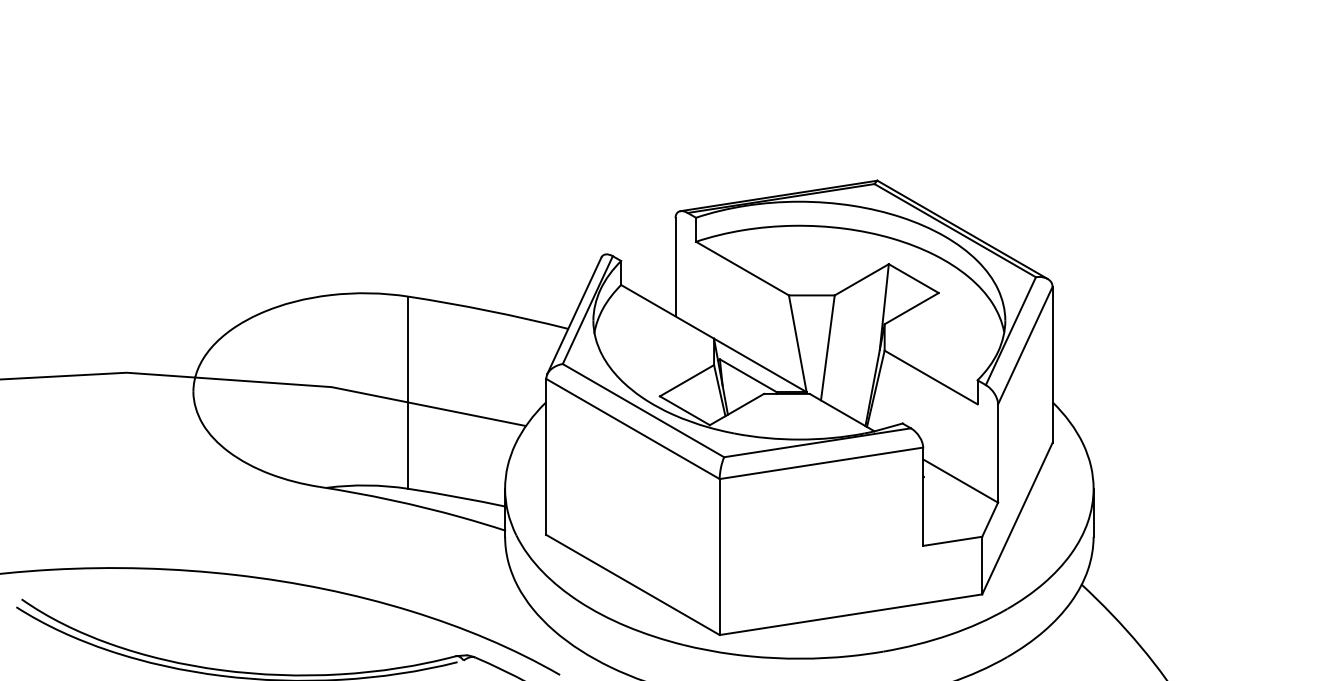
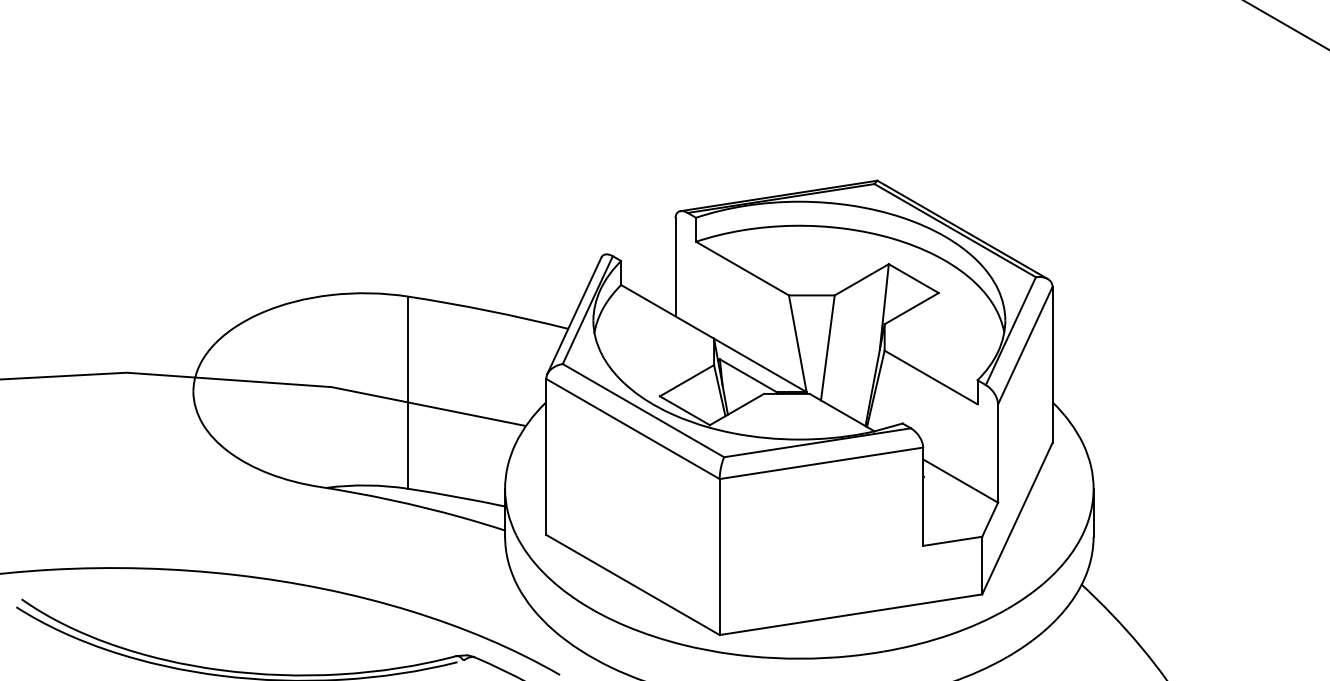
line at (1286, 25): none -> present
